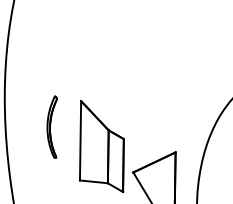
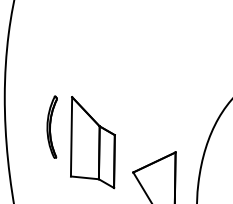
part at (101, 146) position: (101, 146) -> (92, 142)
